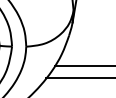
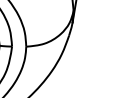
line at (83, 65): present -> none
line at (78, 78): present -> none
